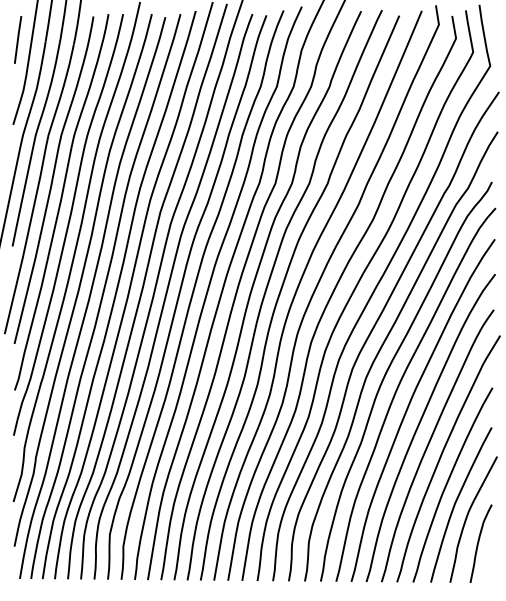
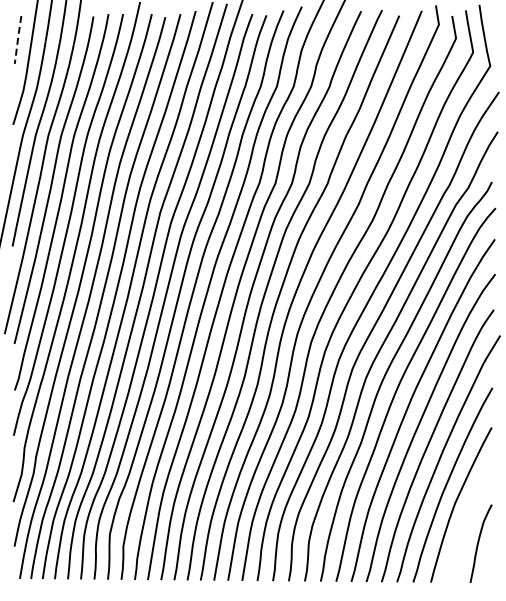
line at (17, 39): solid -> dashed
curve at (467, 518): present -> none
